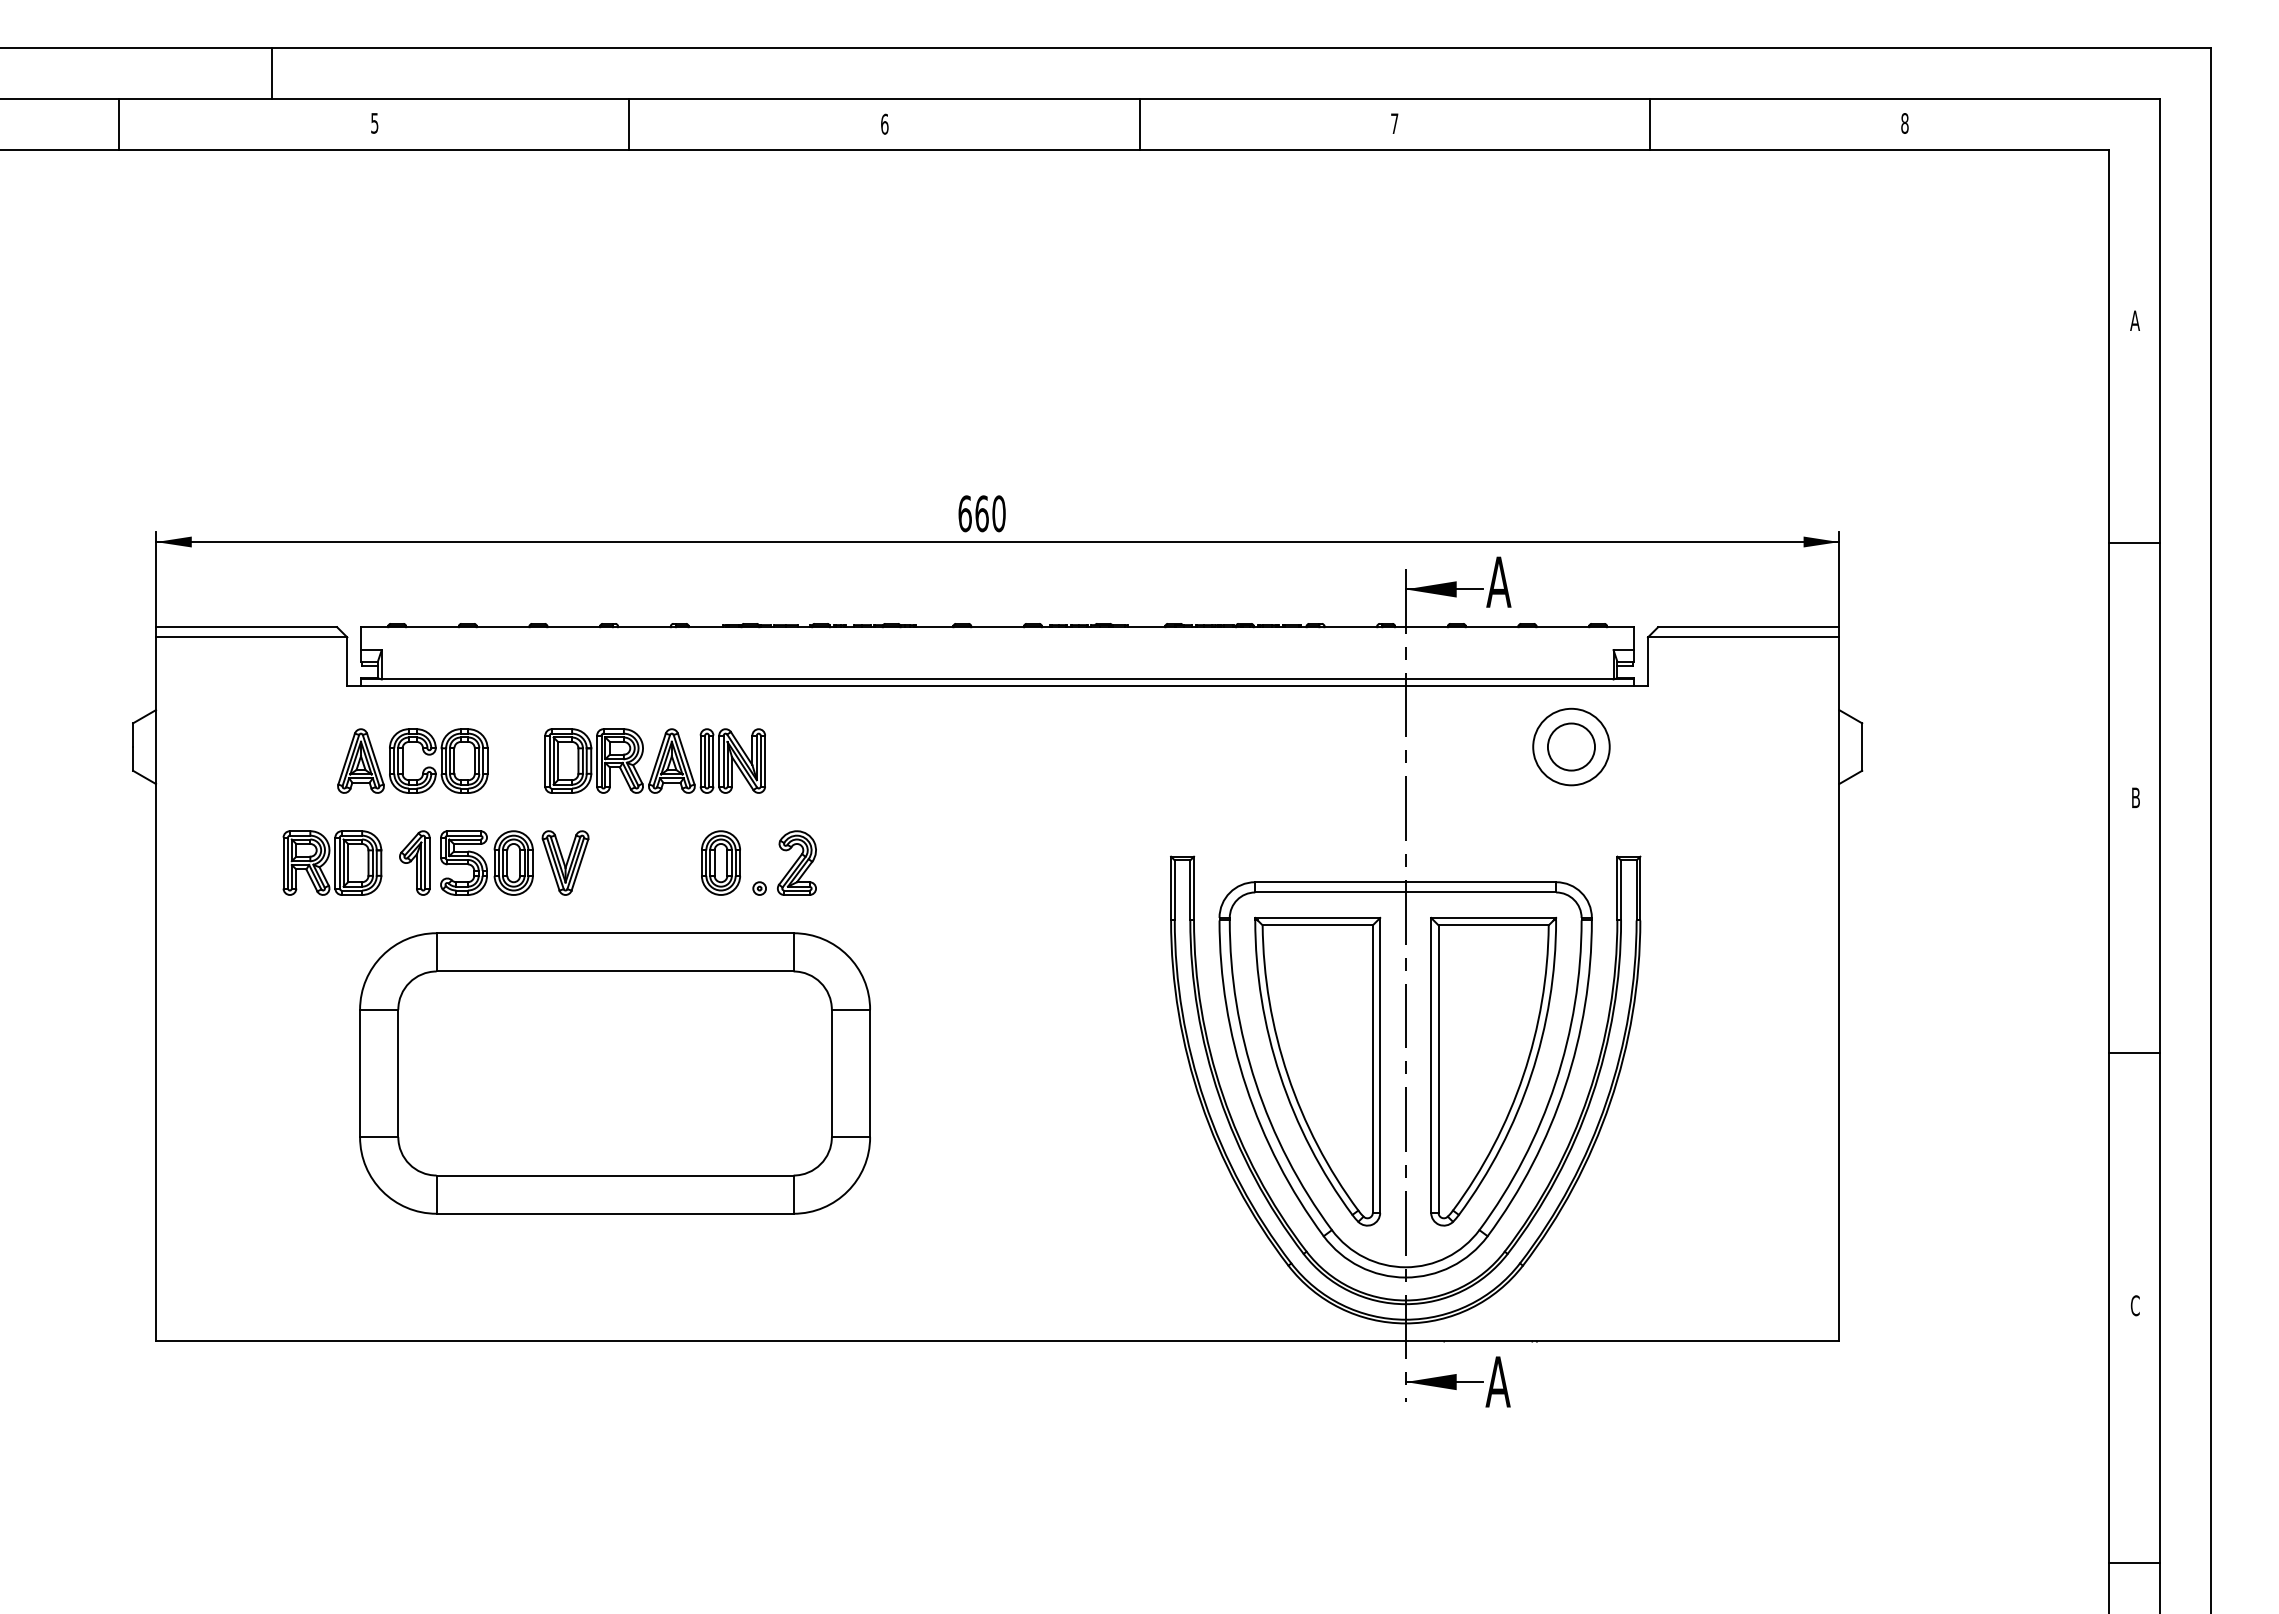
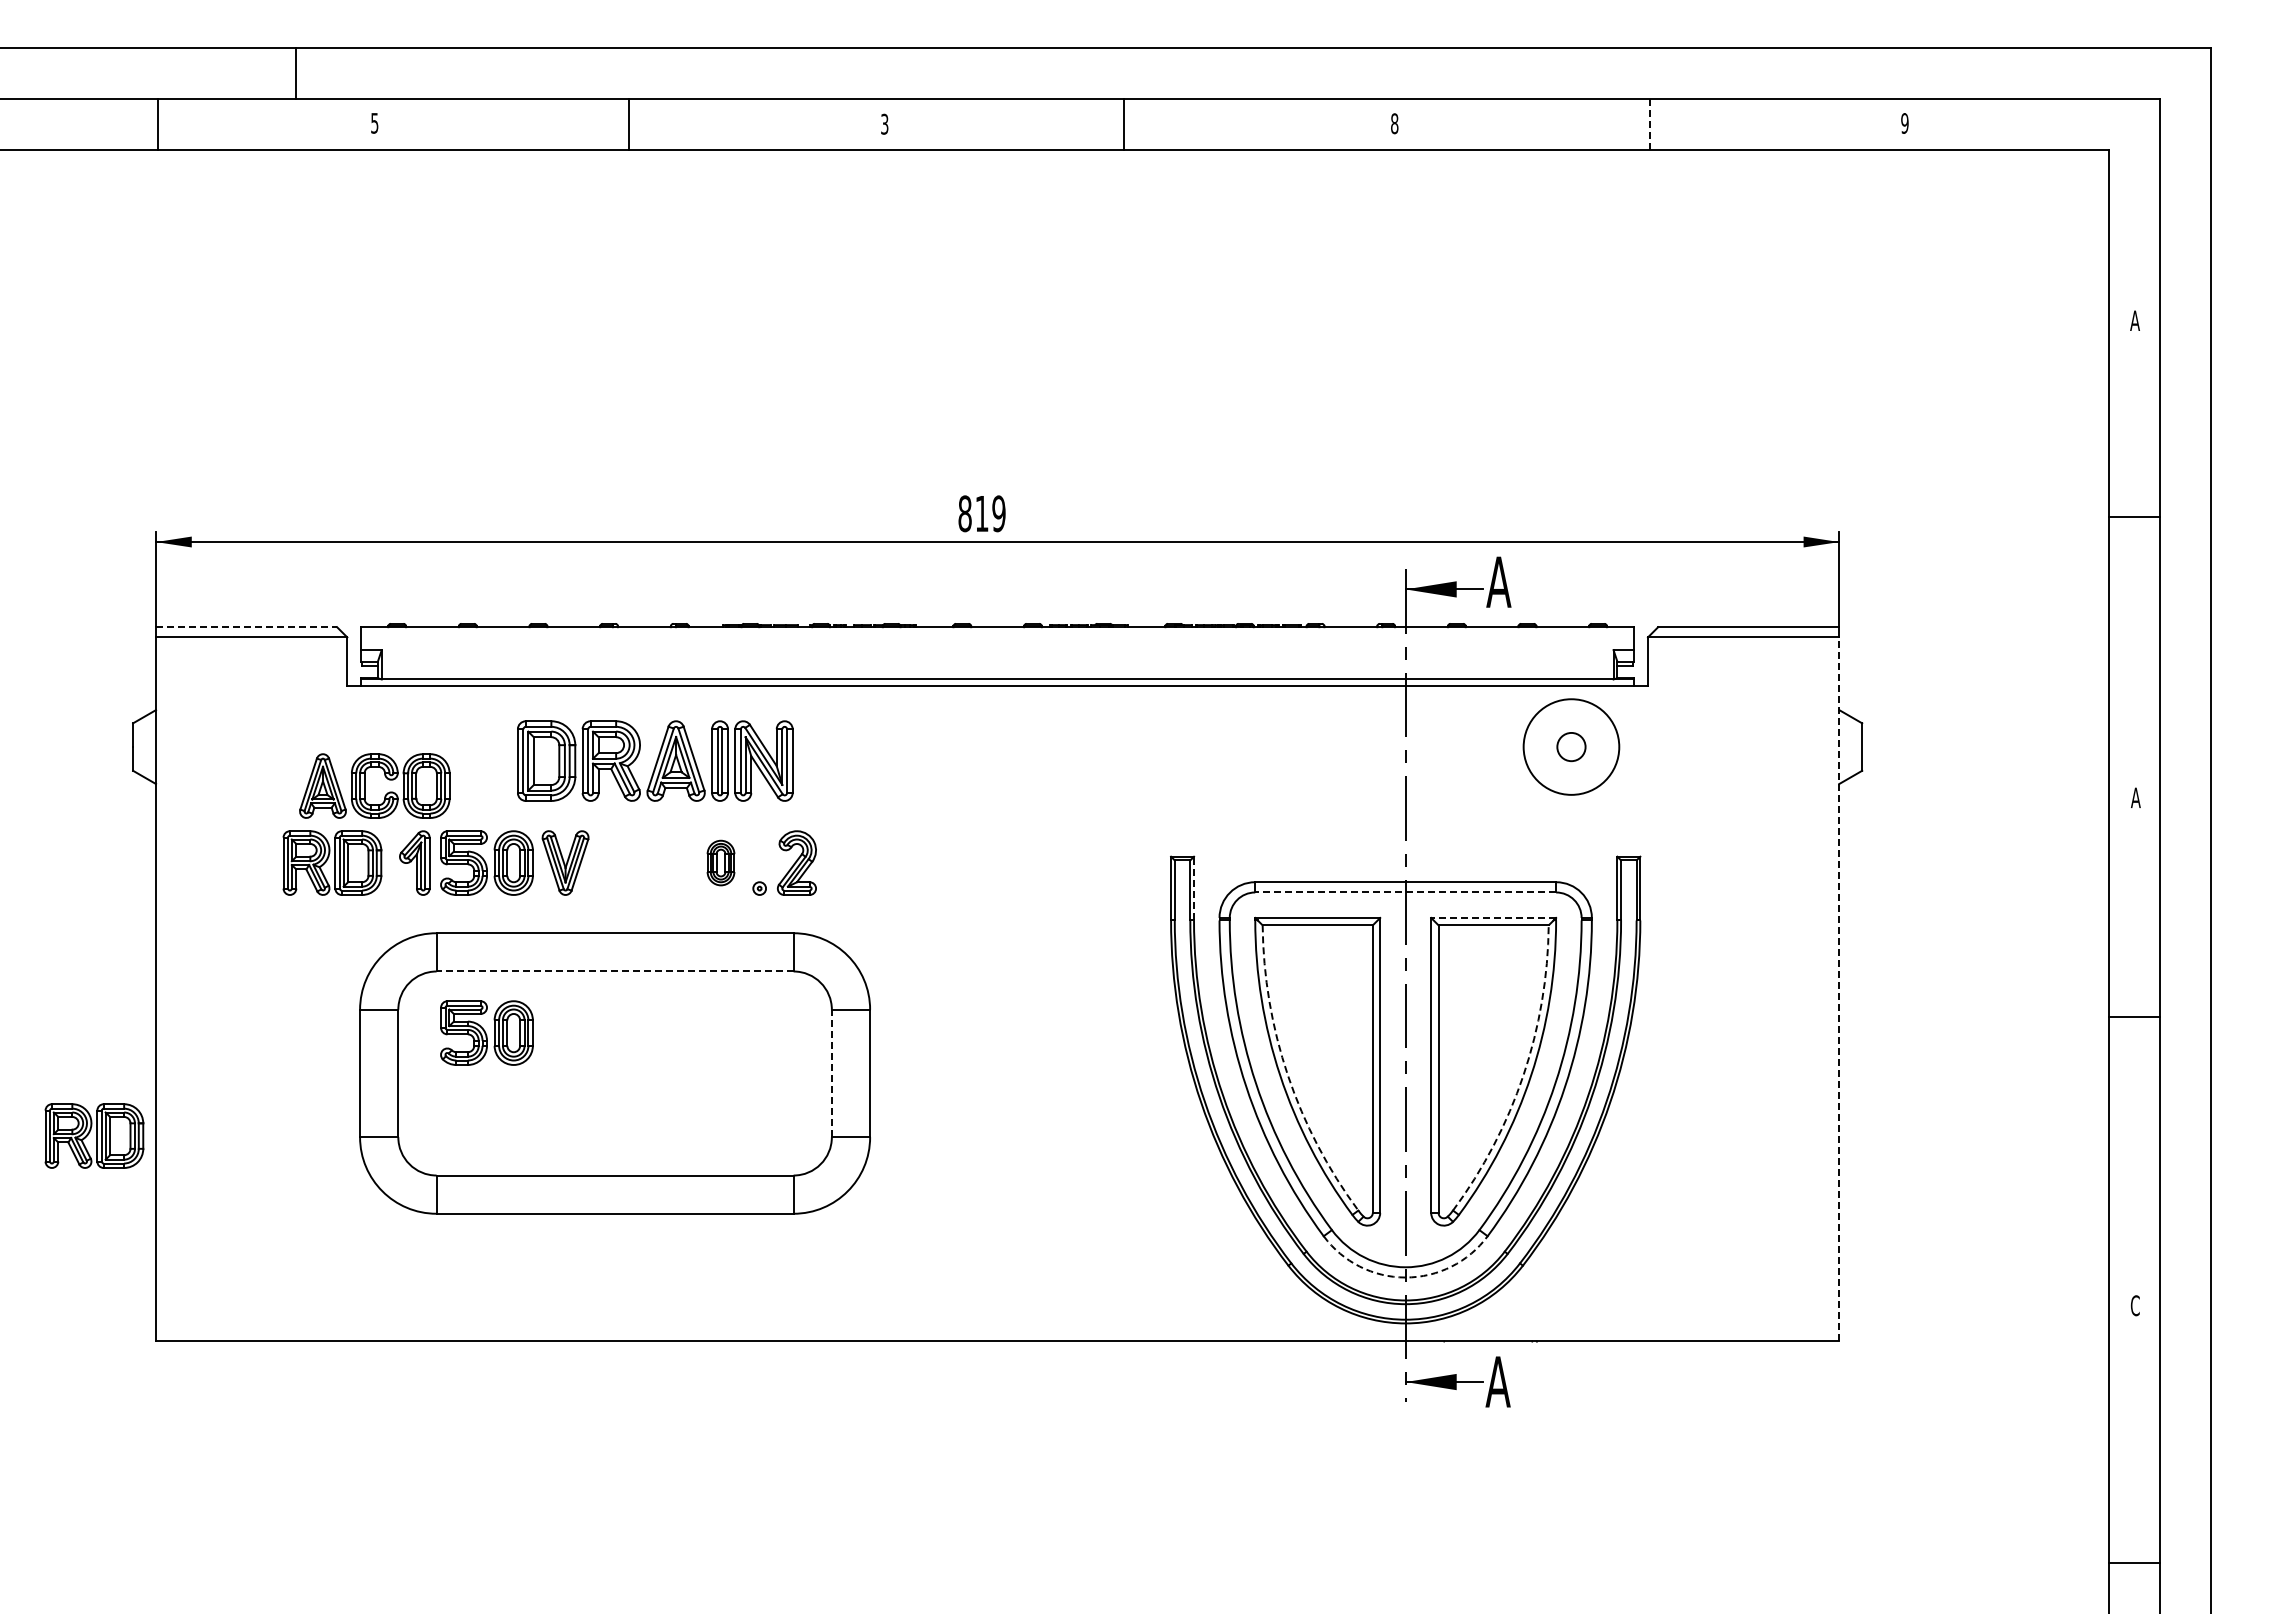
line at (272, 73) position: (272, 73) -> (296, 73)
text at (884, 123): 6 -> 3
text at (1394, 123): 7 -> 8
text at (1904, 123): 8 -> 9
line at (119, 124) position: (119, 124) -> (158, 124)
line at (1139, 124) position: (1139, 124) -> (1123, 124)
line at (1649, 124): solid -> dashed
text at (981, 513): 660 -> 819
line at (2133, 542) position: (2133, 542) -> (2133, 516)
line at (246, 627): solid -> dashed
circle at (1571, 746) diameter: 47 px -> 28 px
circle at (1571, 746) diameter: 77 px -> 96 px
part at (403, 760) position: (403, 760) -> (365, 785)
part at (654, 760) size: 222x66 px -> 277x82 px
text at (2135, 797): B -> A
part at (720, 862) size: 40x66 px -> 30x48 px
line at (1194, 888): solid -> dashed
line at (1405, 892): solid -> dashed
line at (1493, 917): solid -> dashed
line at (615, 971): solid -> dashed
line at (1839, 989): solid -> dashed
part at (486, 1032): none -> present
line at (2133, 1053) position: (2133, 1053) -> (2133, 1017)
line at (831, 1073): solid -> dashed
arc at (1287, 1075): solid -> dashed
arc at (1523, 1075): solid -> dashed
part at (94, 1135): none -> present
arc at (1405, 1277): solid -> dashed
